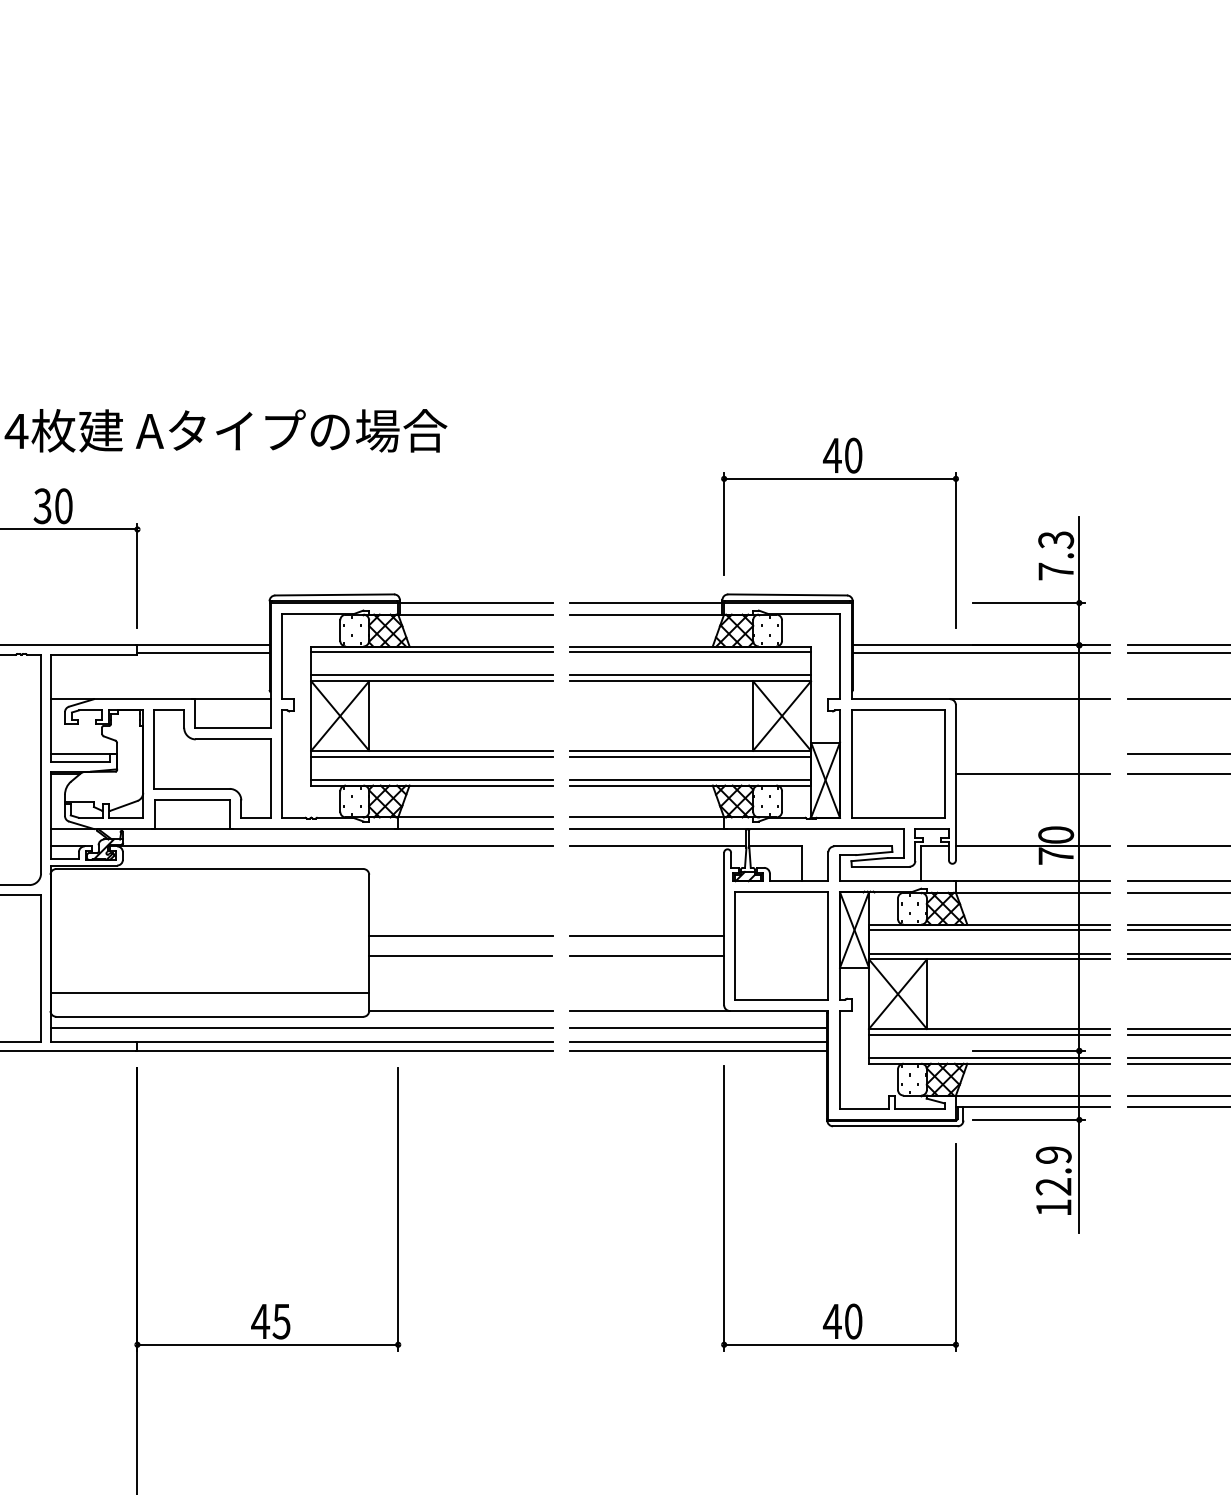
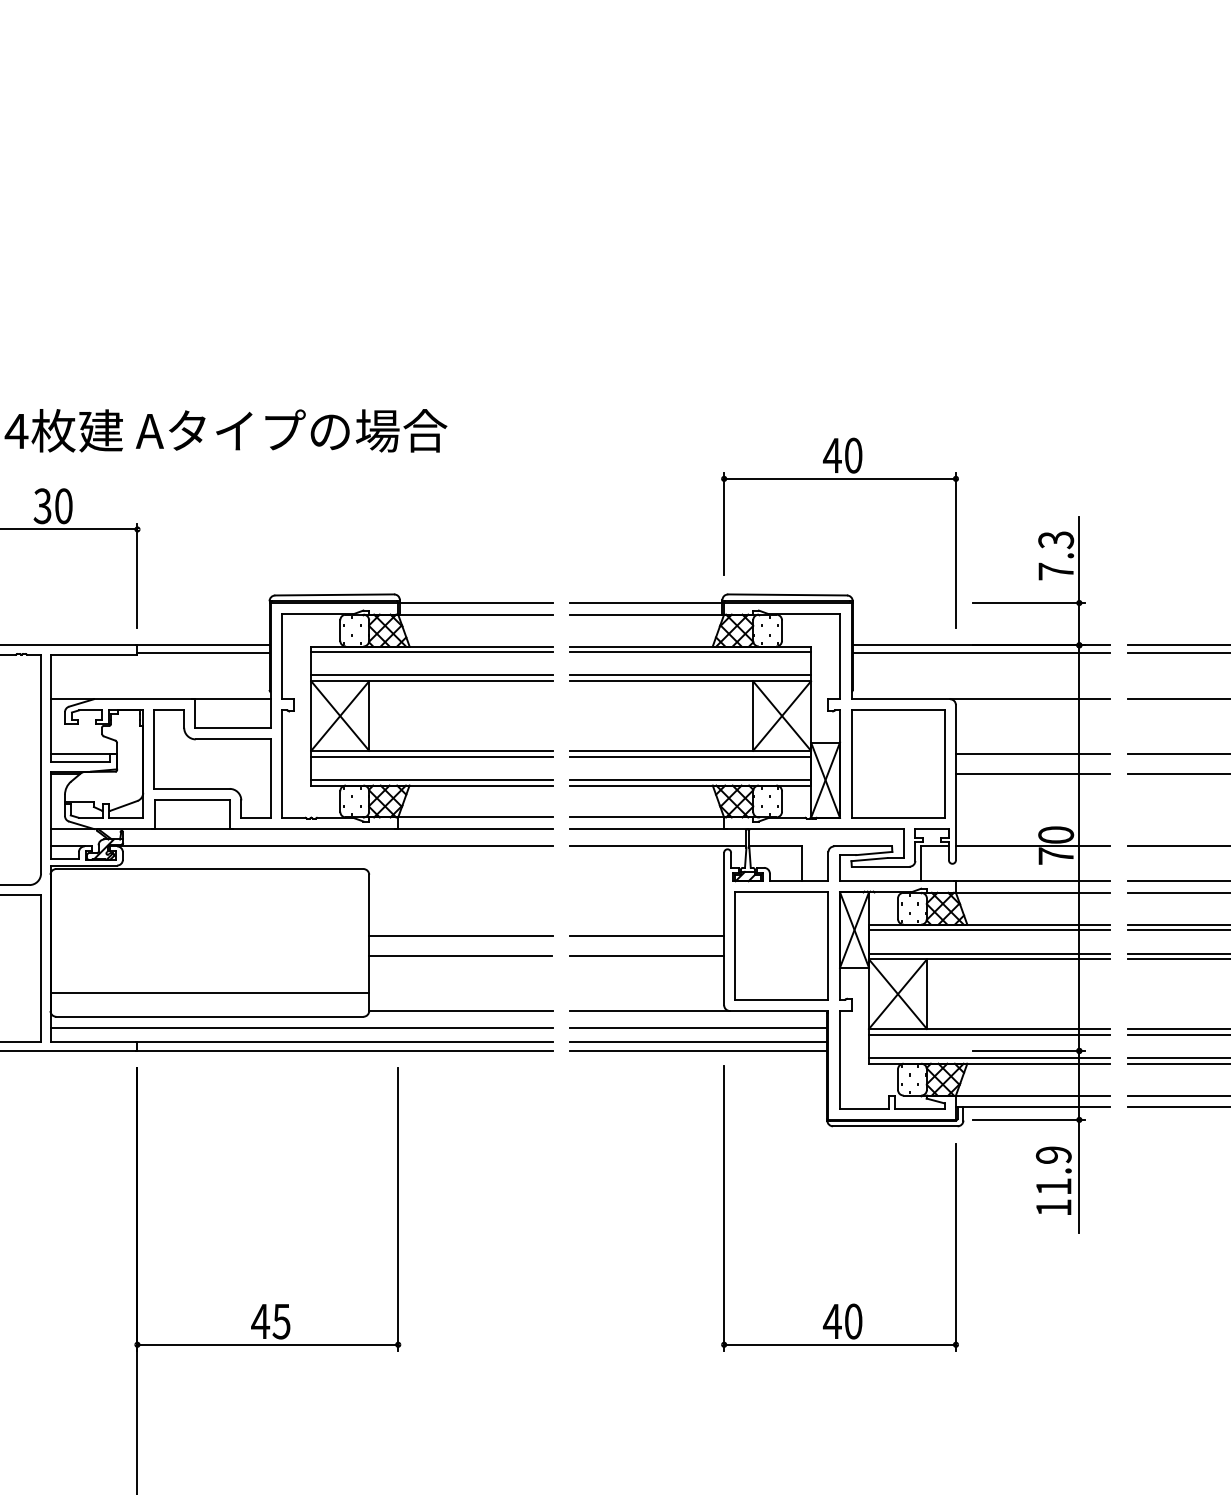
line at (1032, 754): none -> present
text at (1053, 1186): 12.9 -> 11.9
